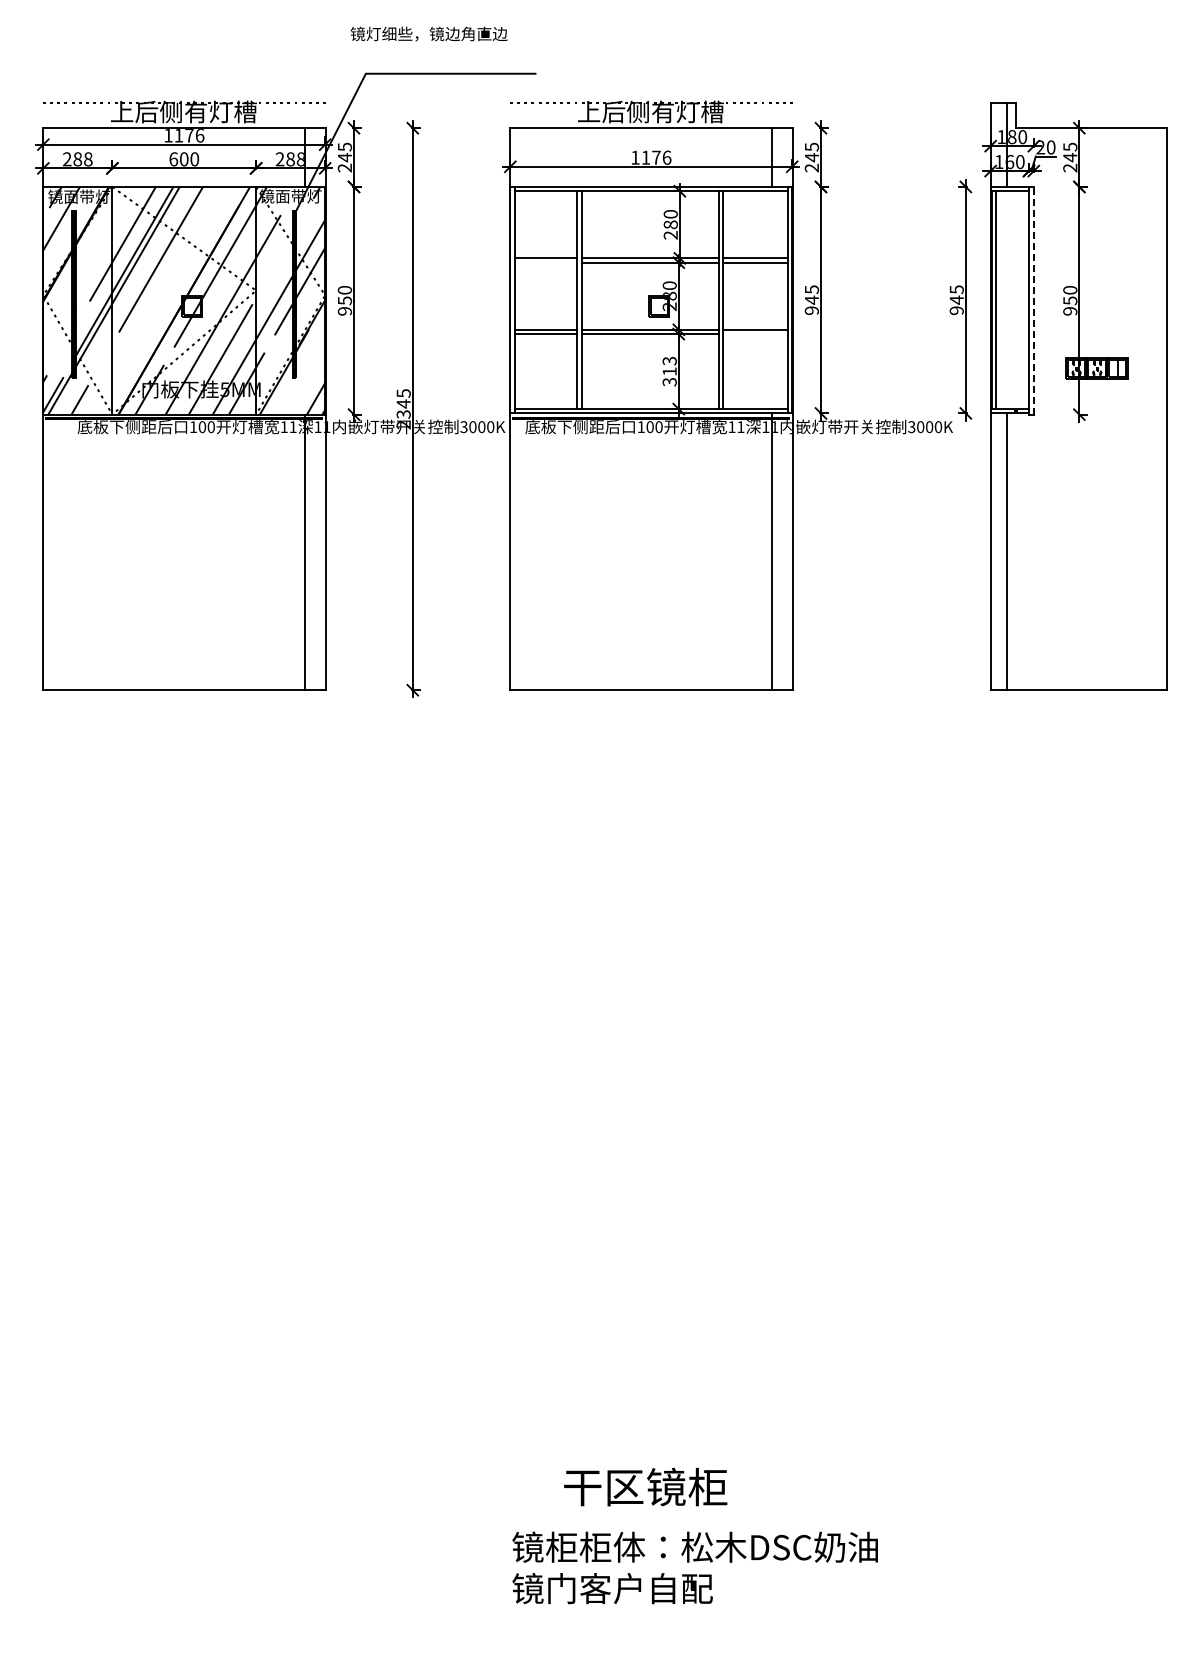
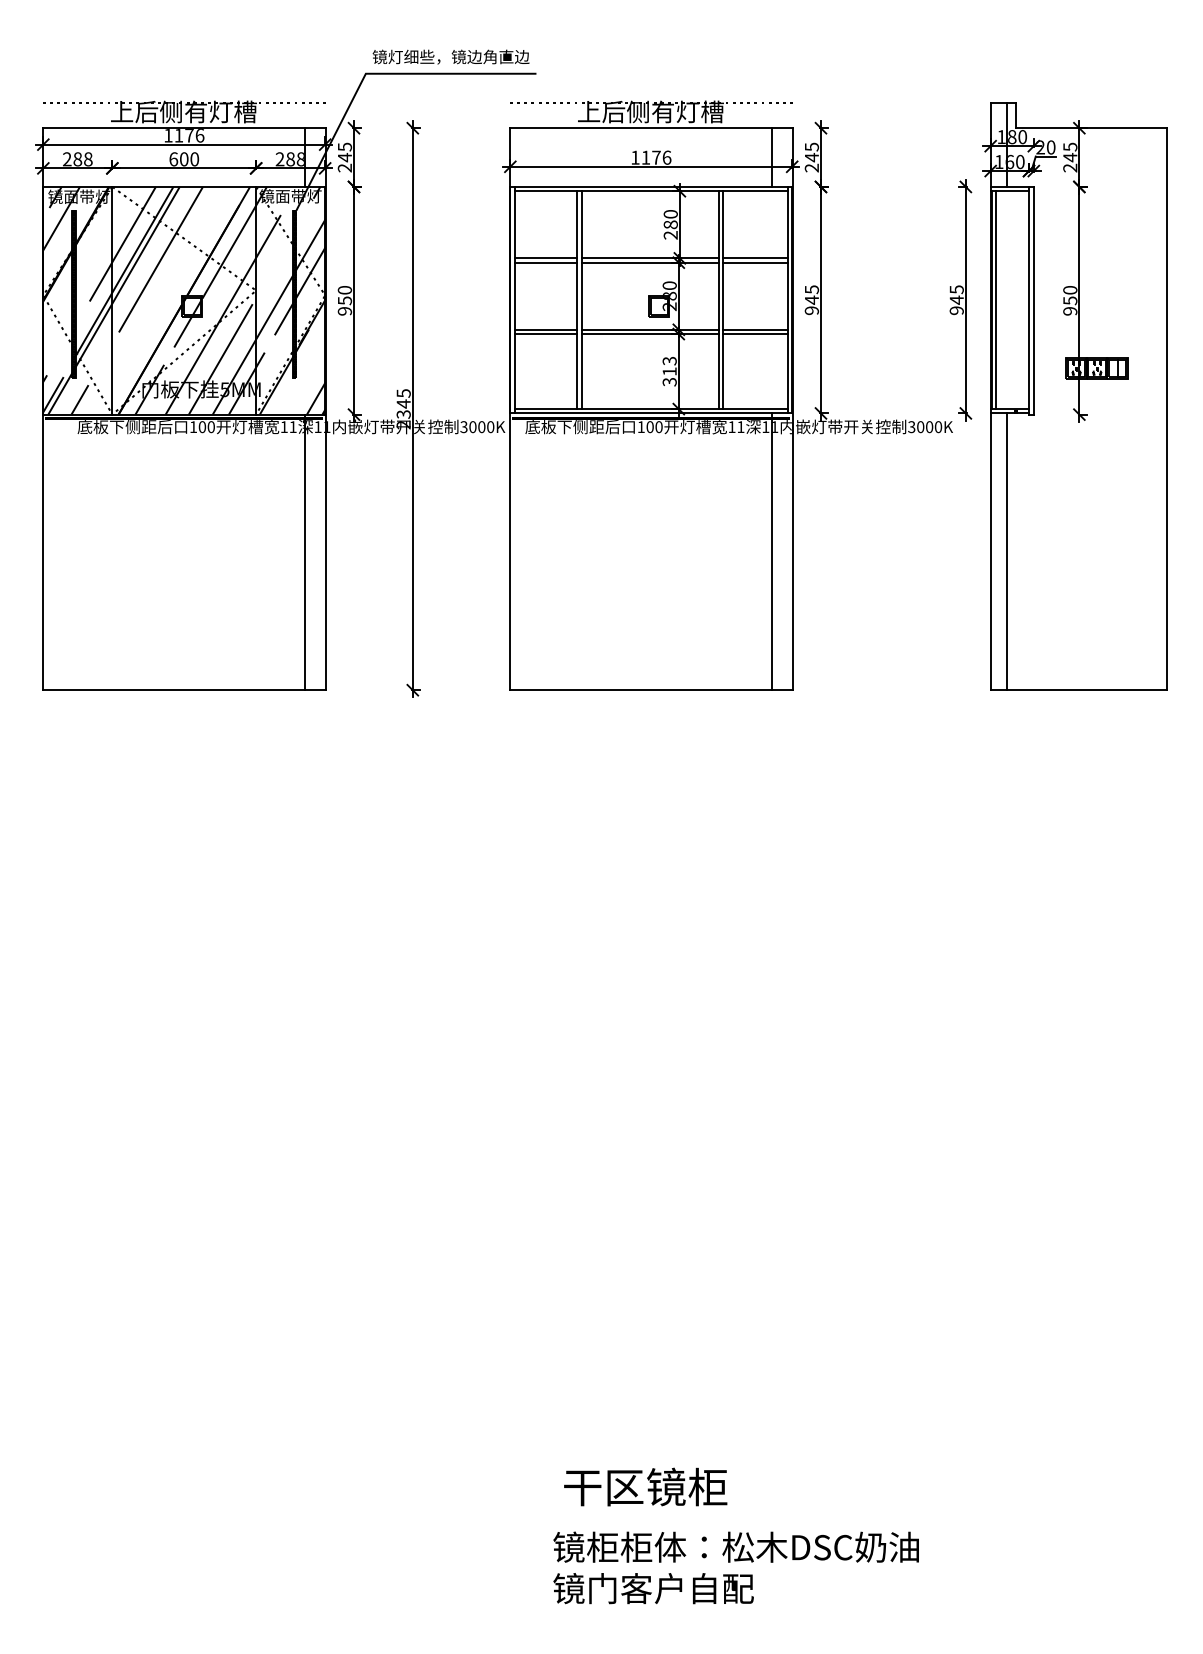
text at (428, 33) position: (428, 33) -> (450, 56)
line at (545, 262): none -> present
line at (1033, 300): dashed -> solid
line at (755, 334): none -> present
text at (694, 1567) position: (694, 1567) -> (735, 1567)
